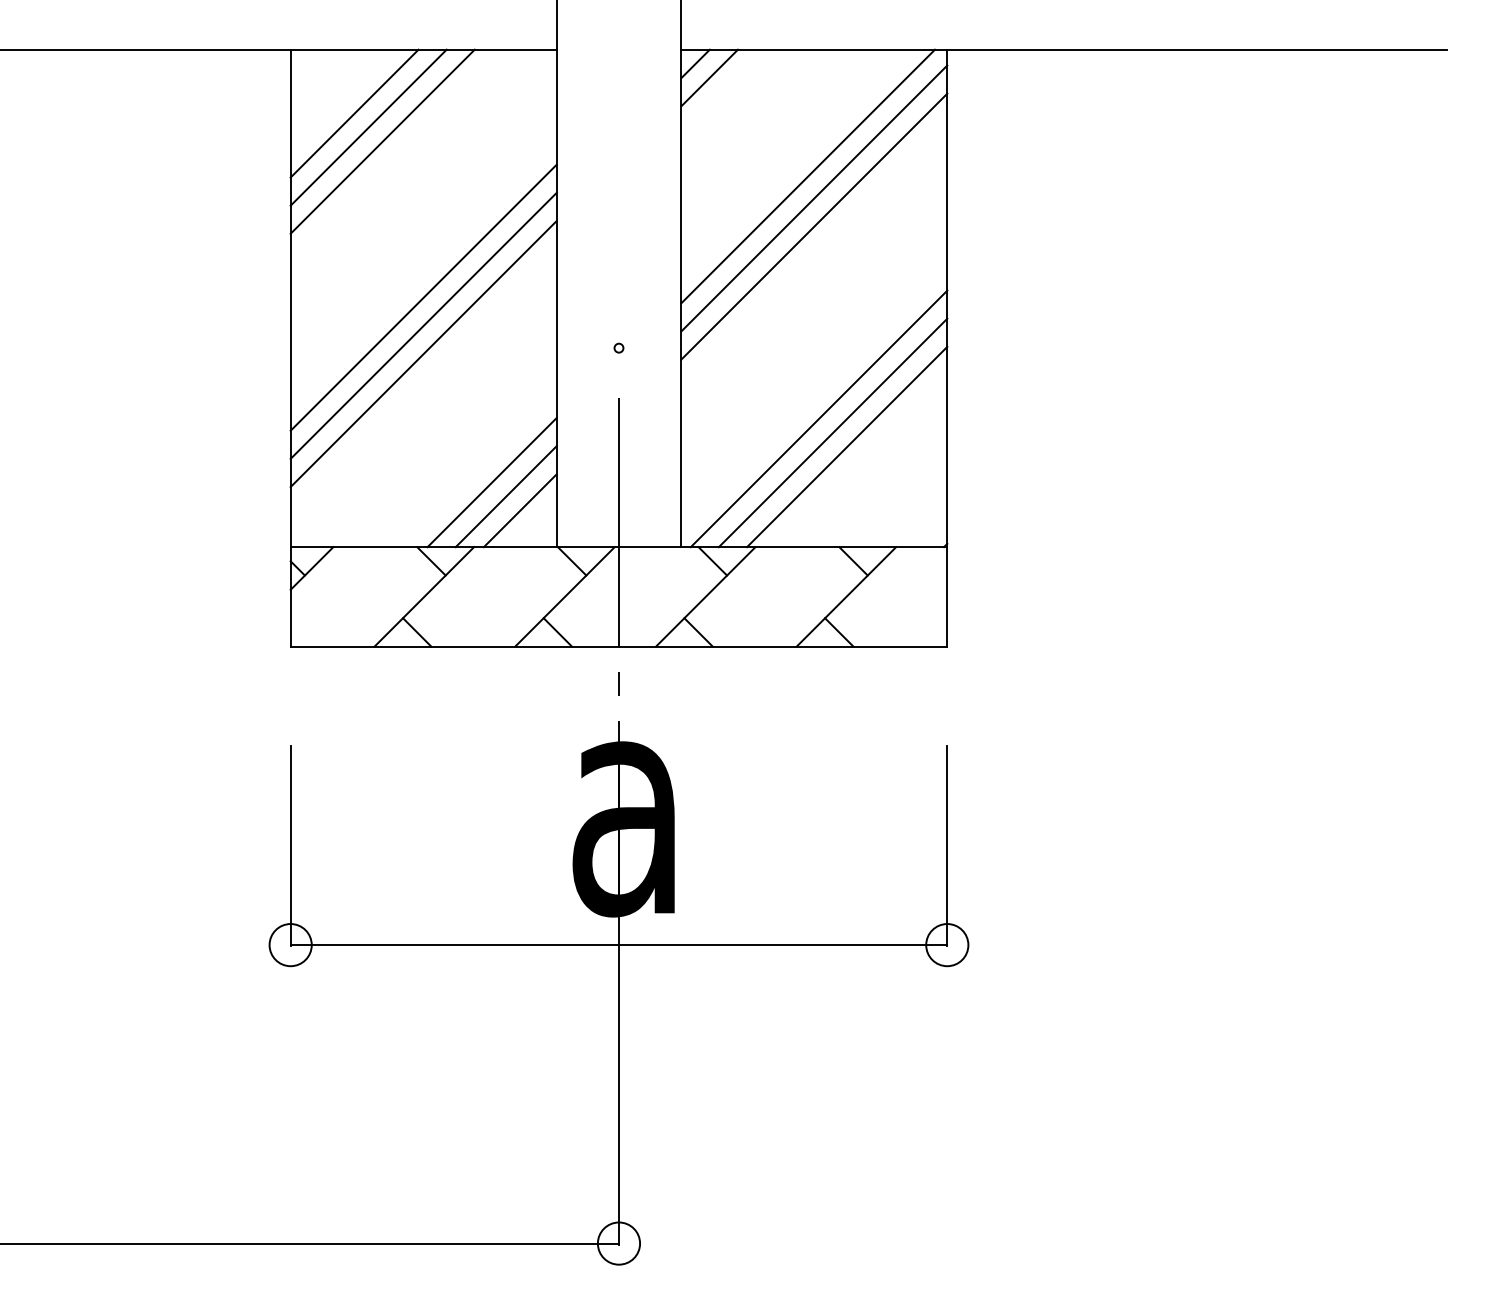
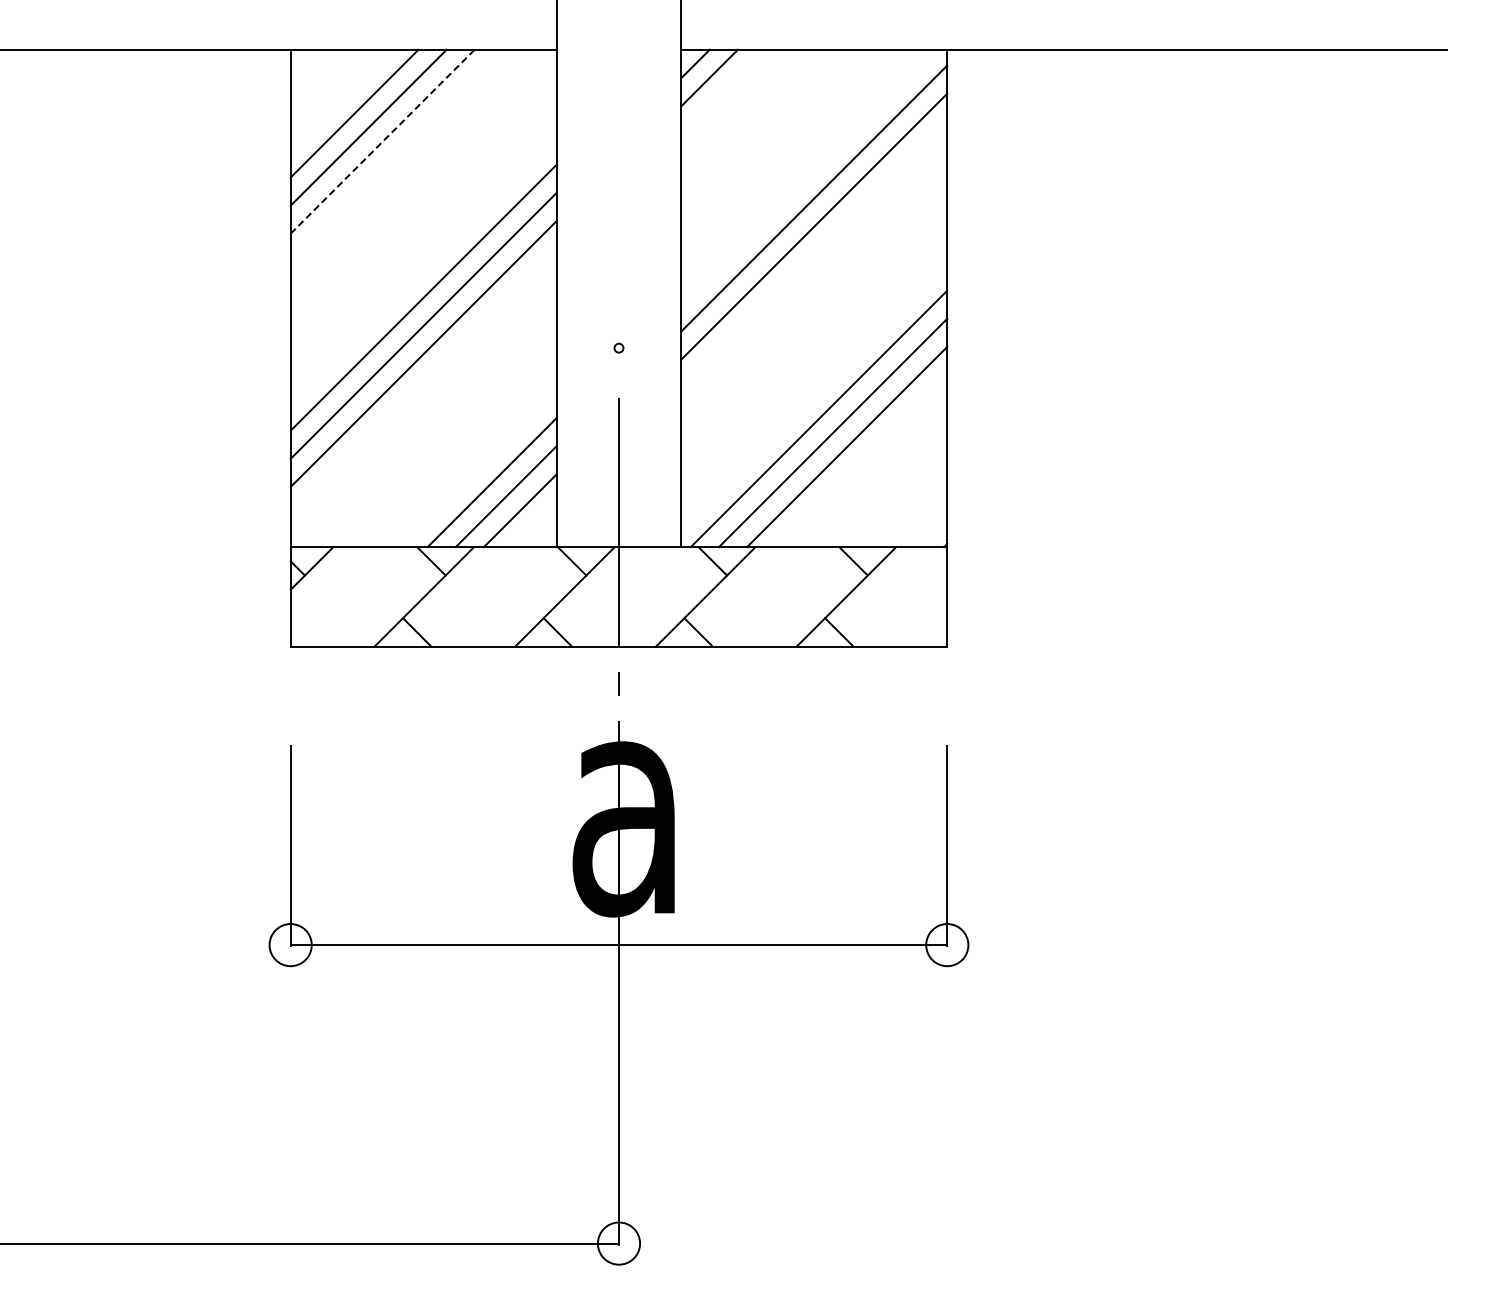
line at (383, 141): solid -> dashed
line at (807, 176): present -> none
